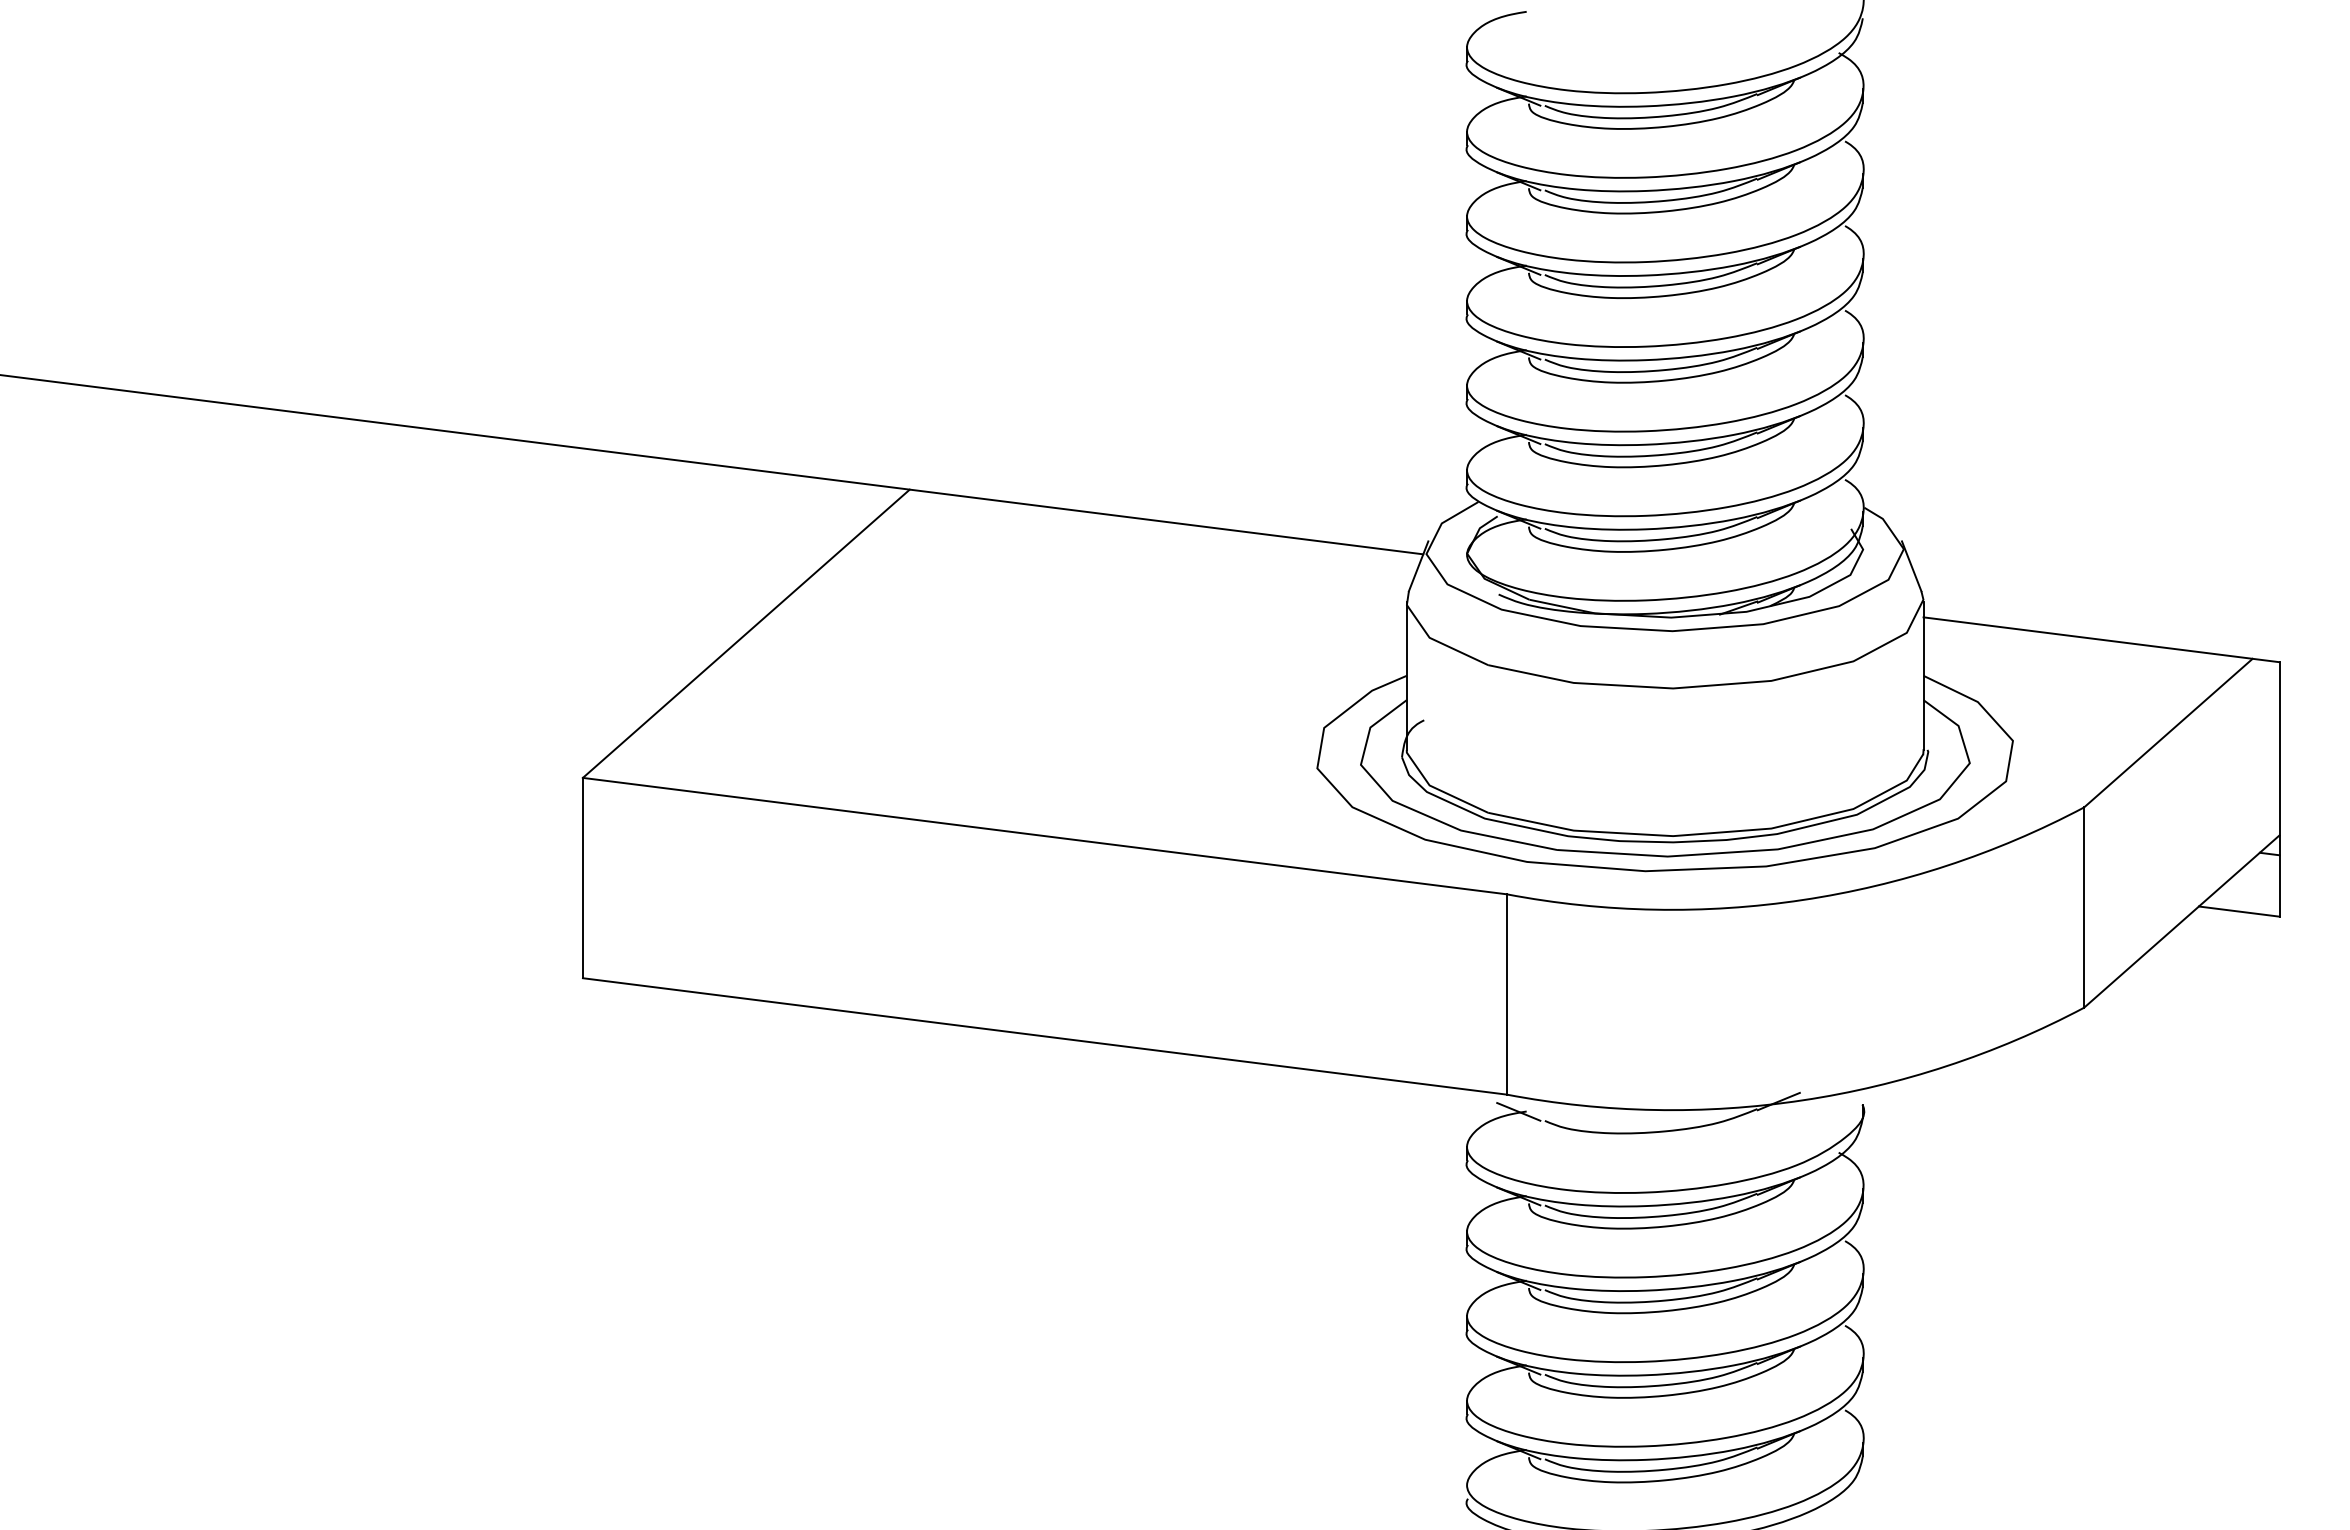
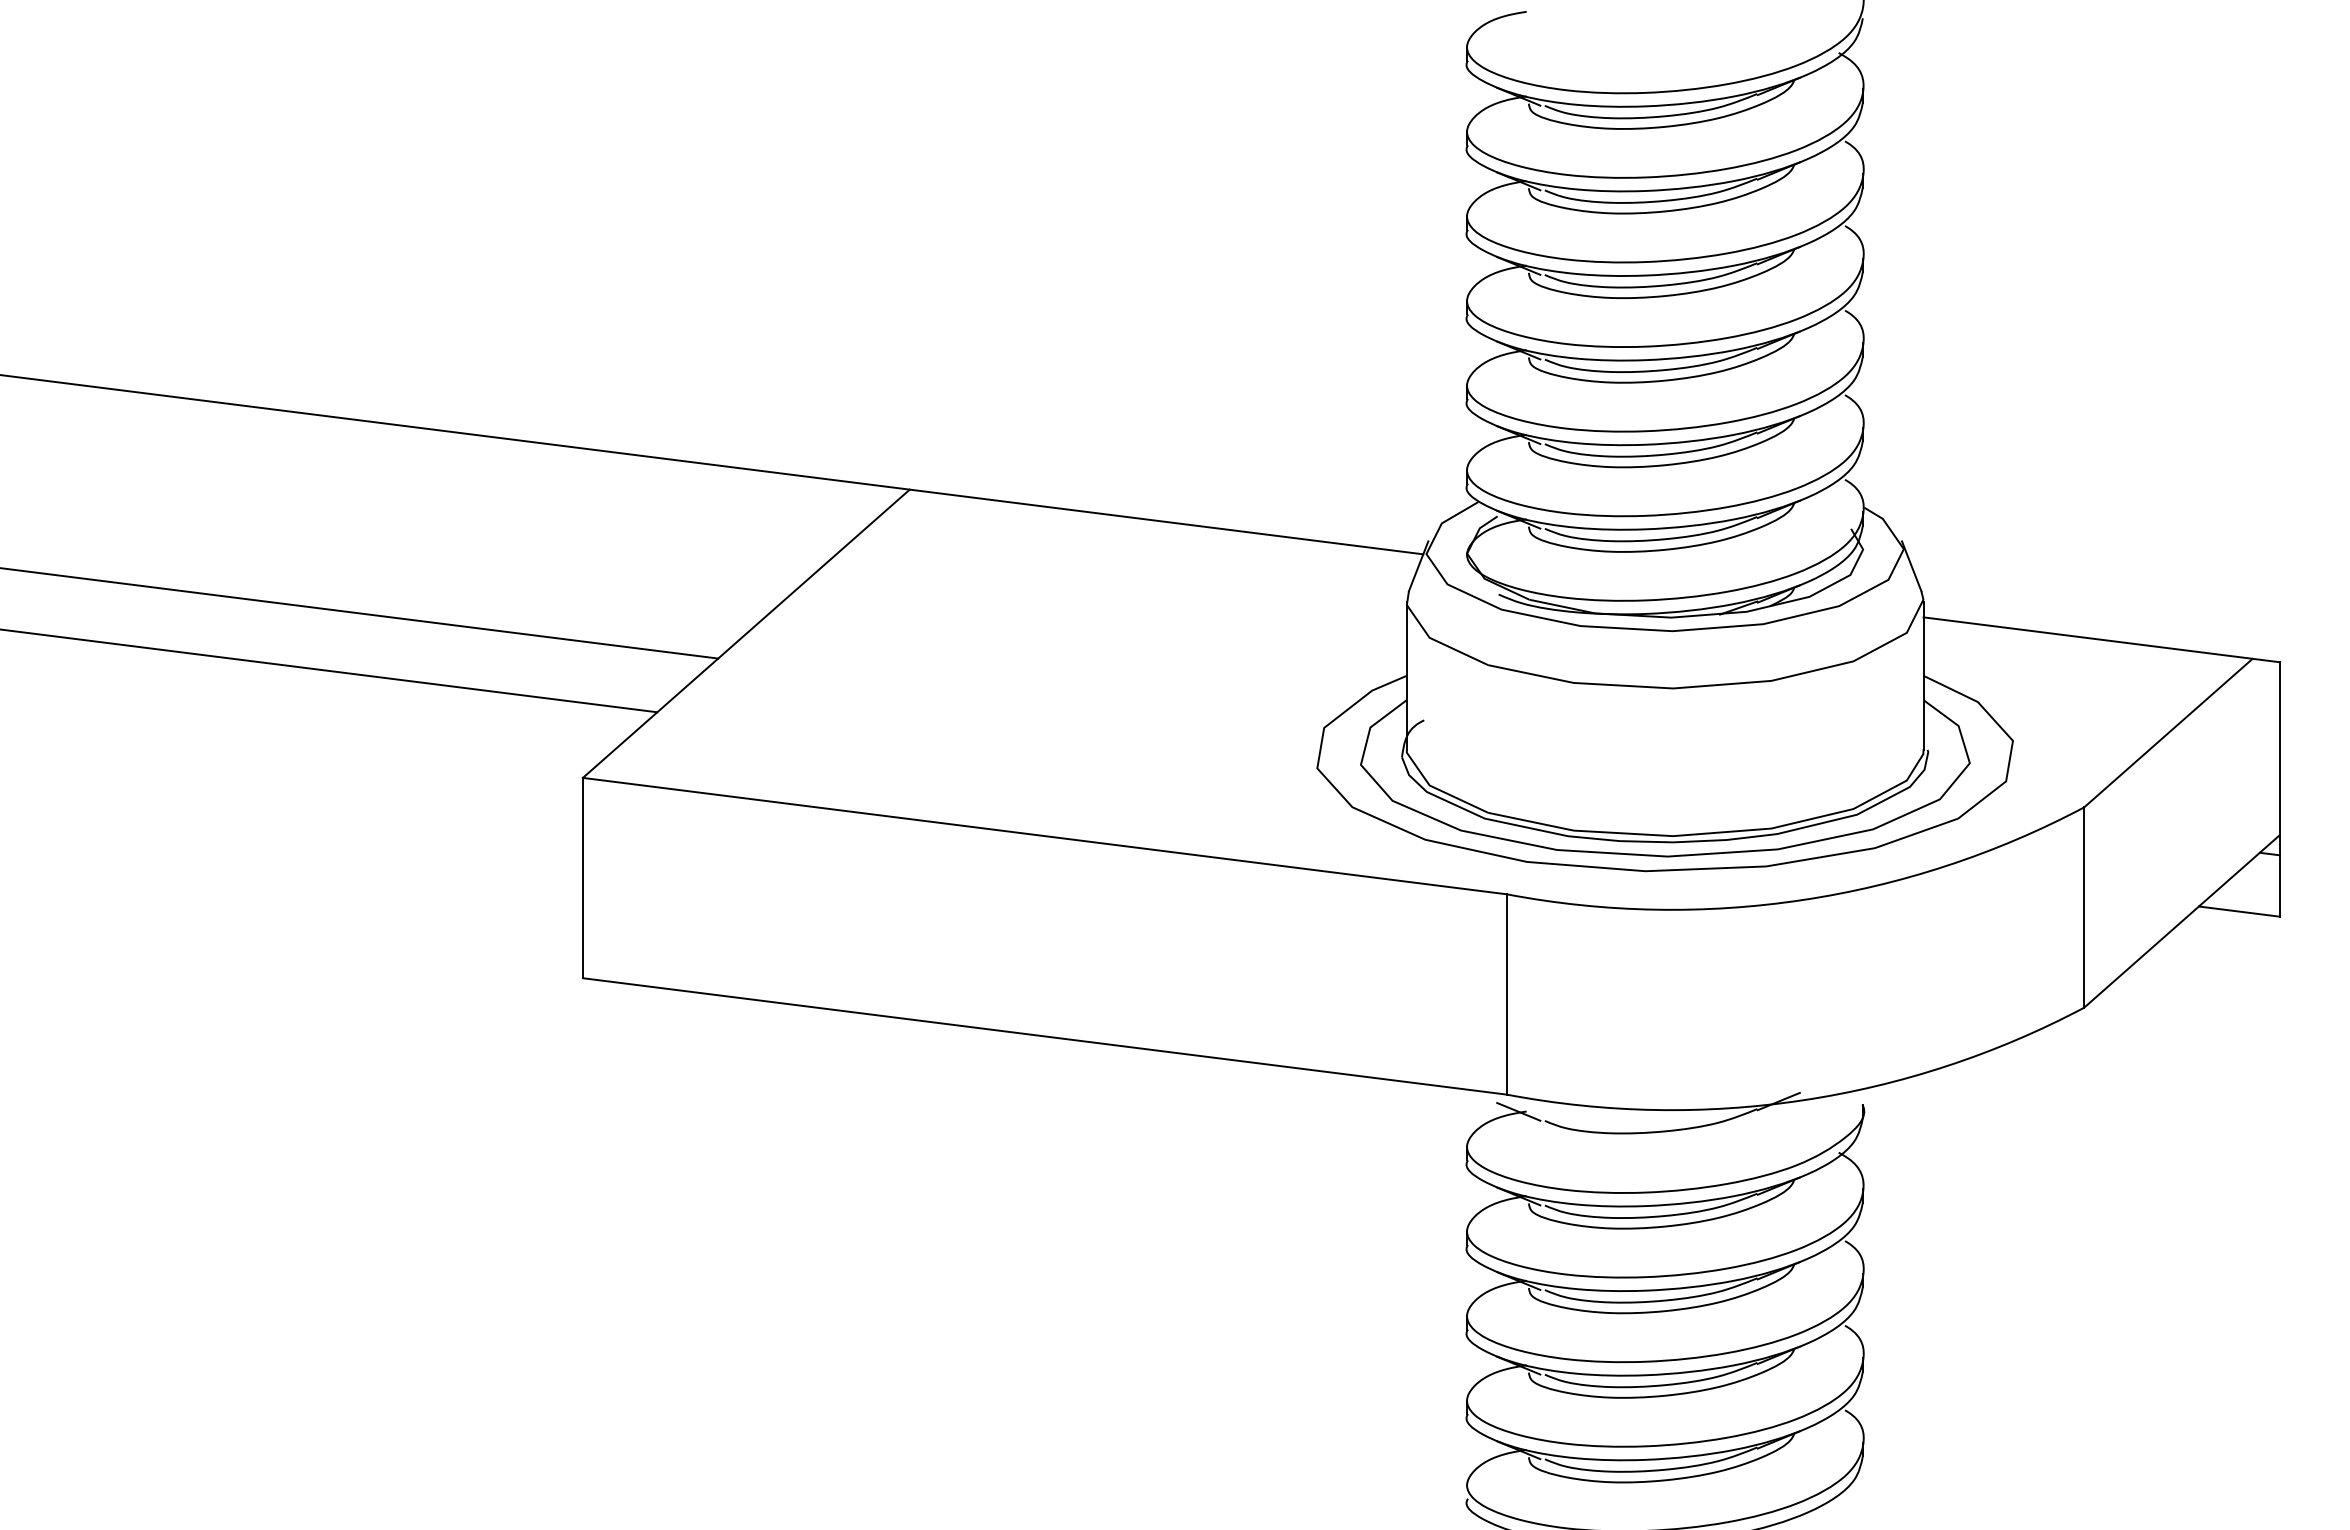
line at (360, 613): none -> present
line at (329, 670): none -> present
